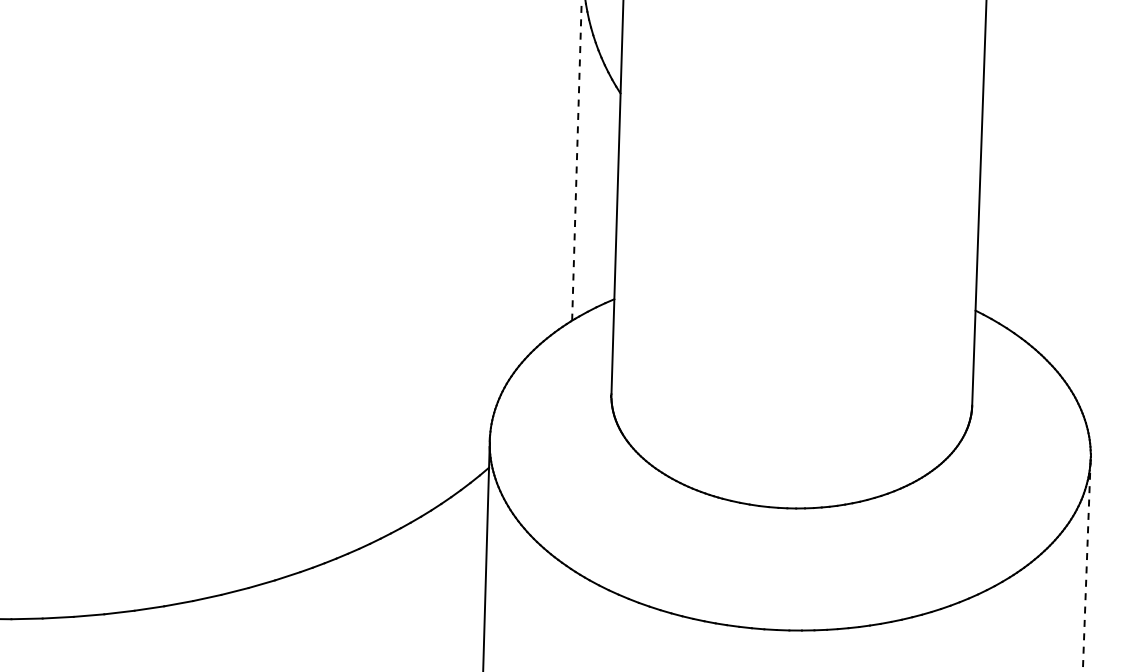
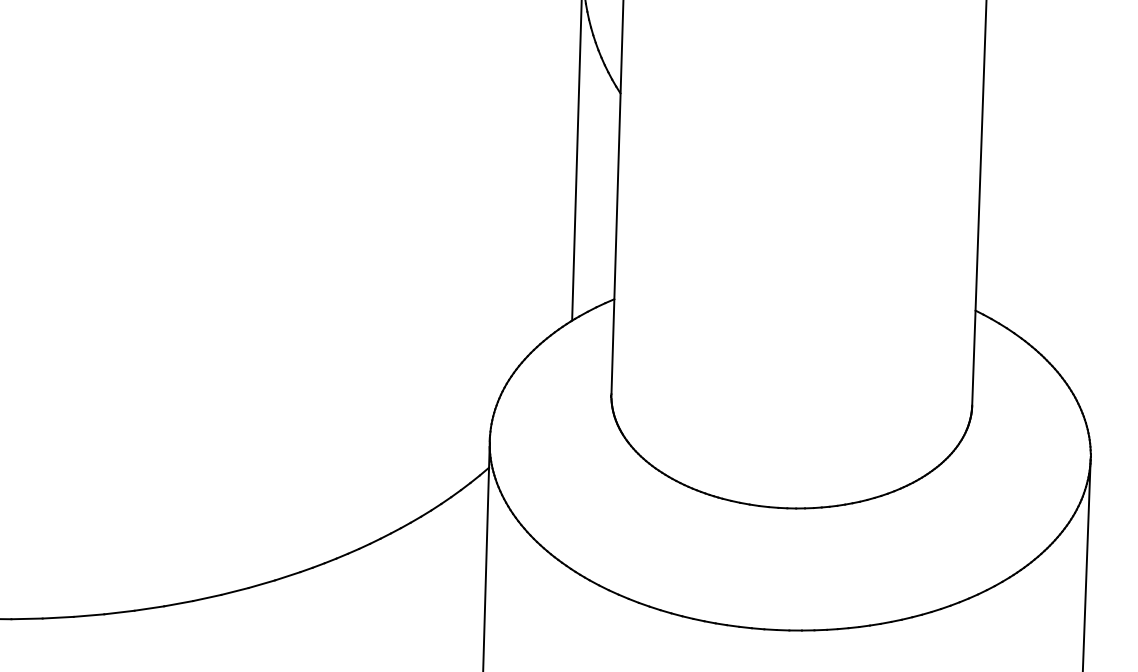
line at (576, 159): dashed -> solid
line at (1086, 565): dashed -> solid
